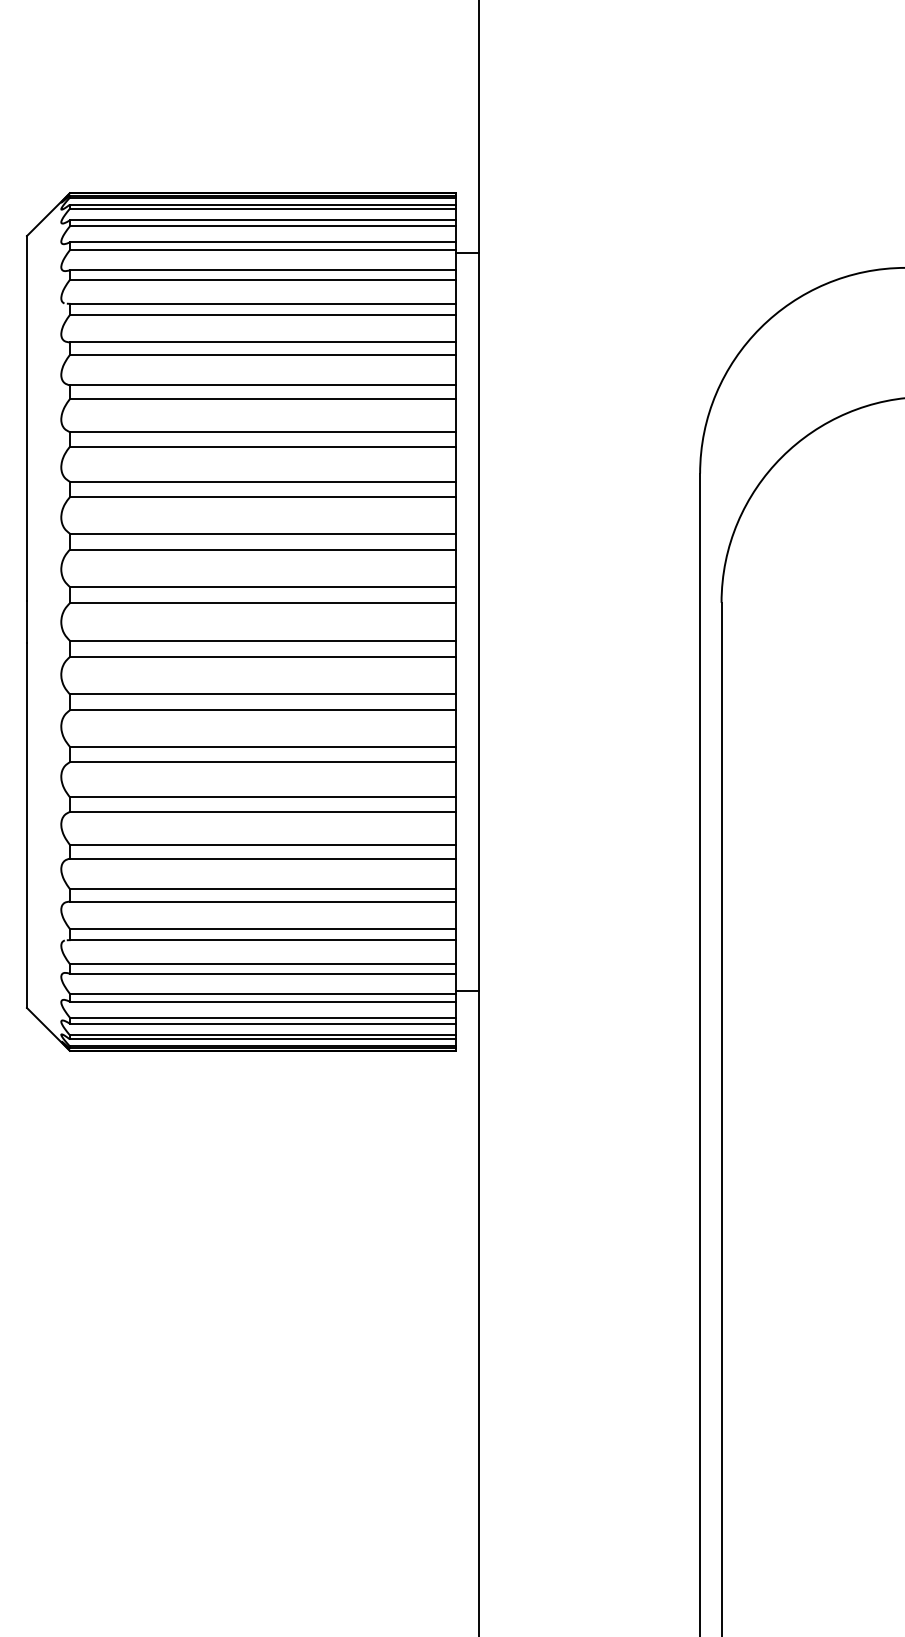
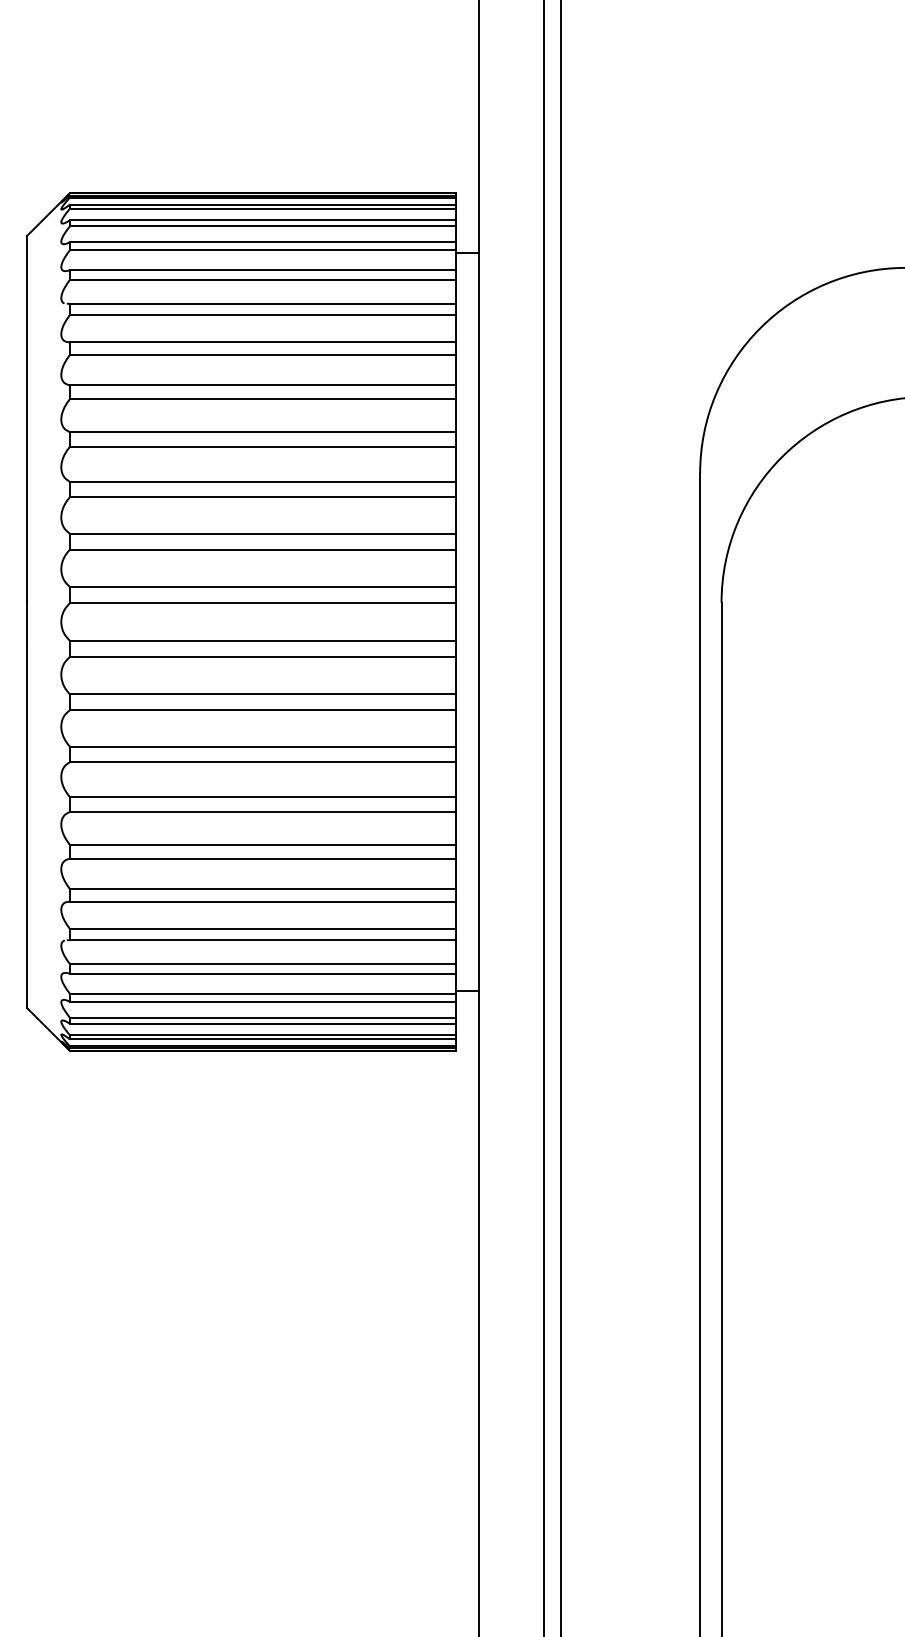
line at (543, 817): none -> present
line at (560, 817): none -> present
